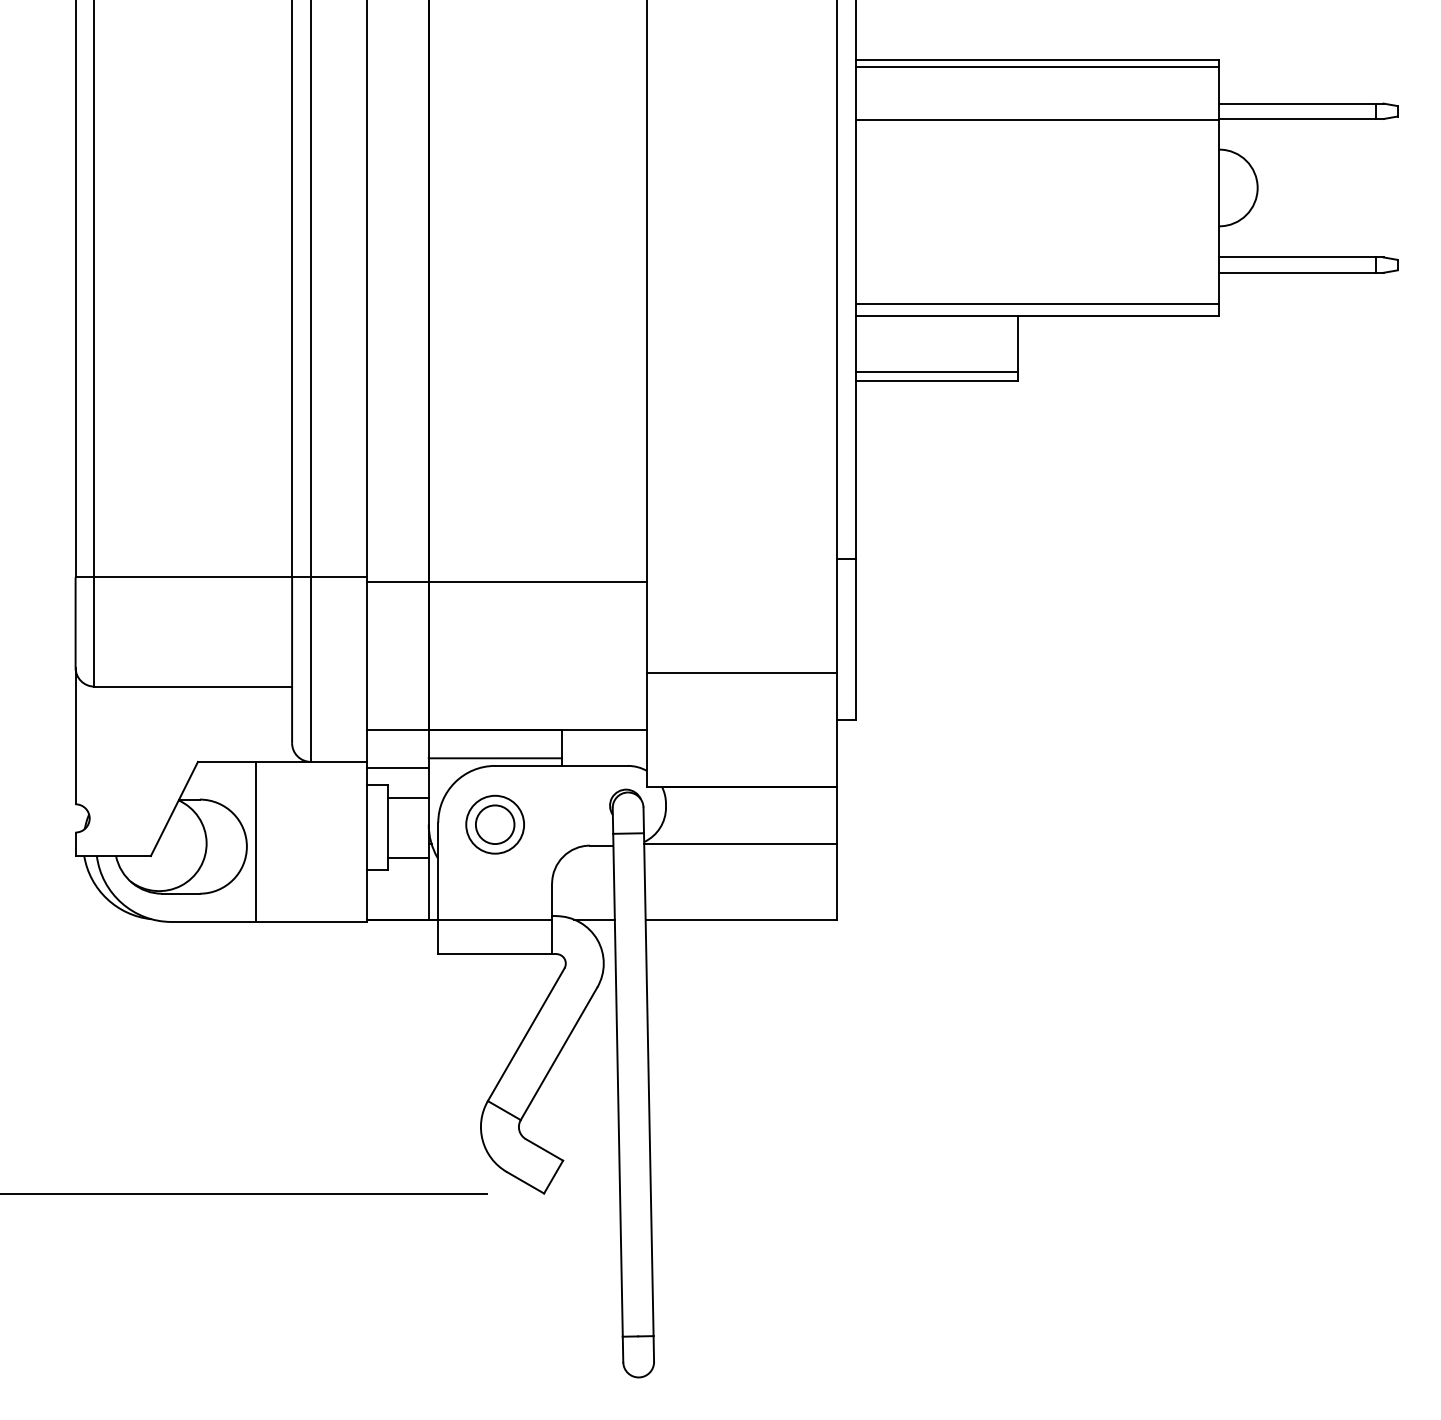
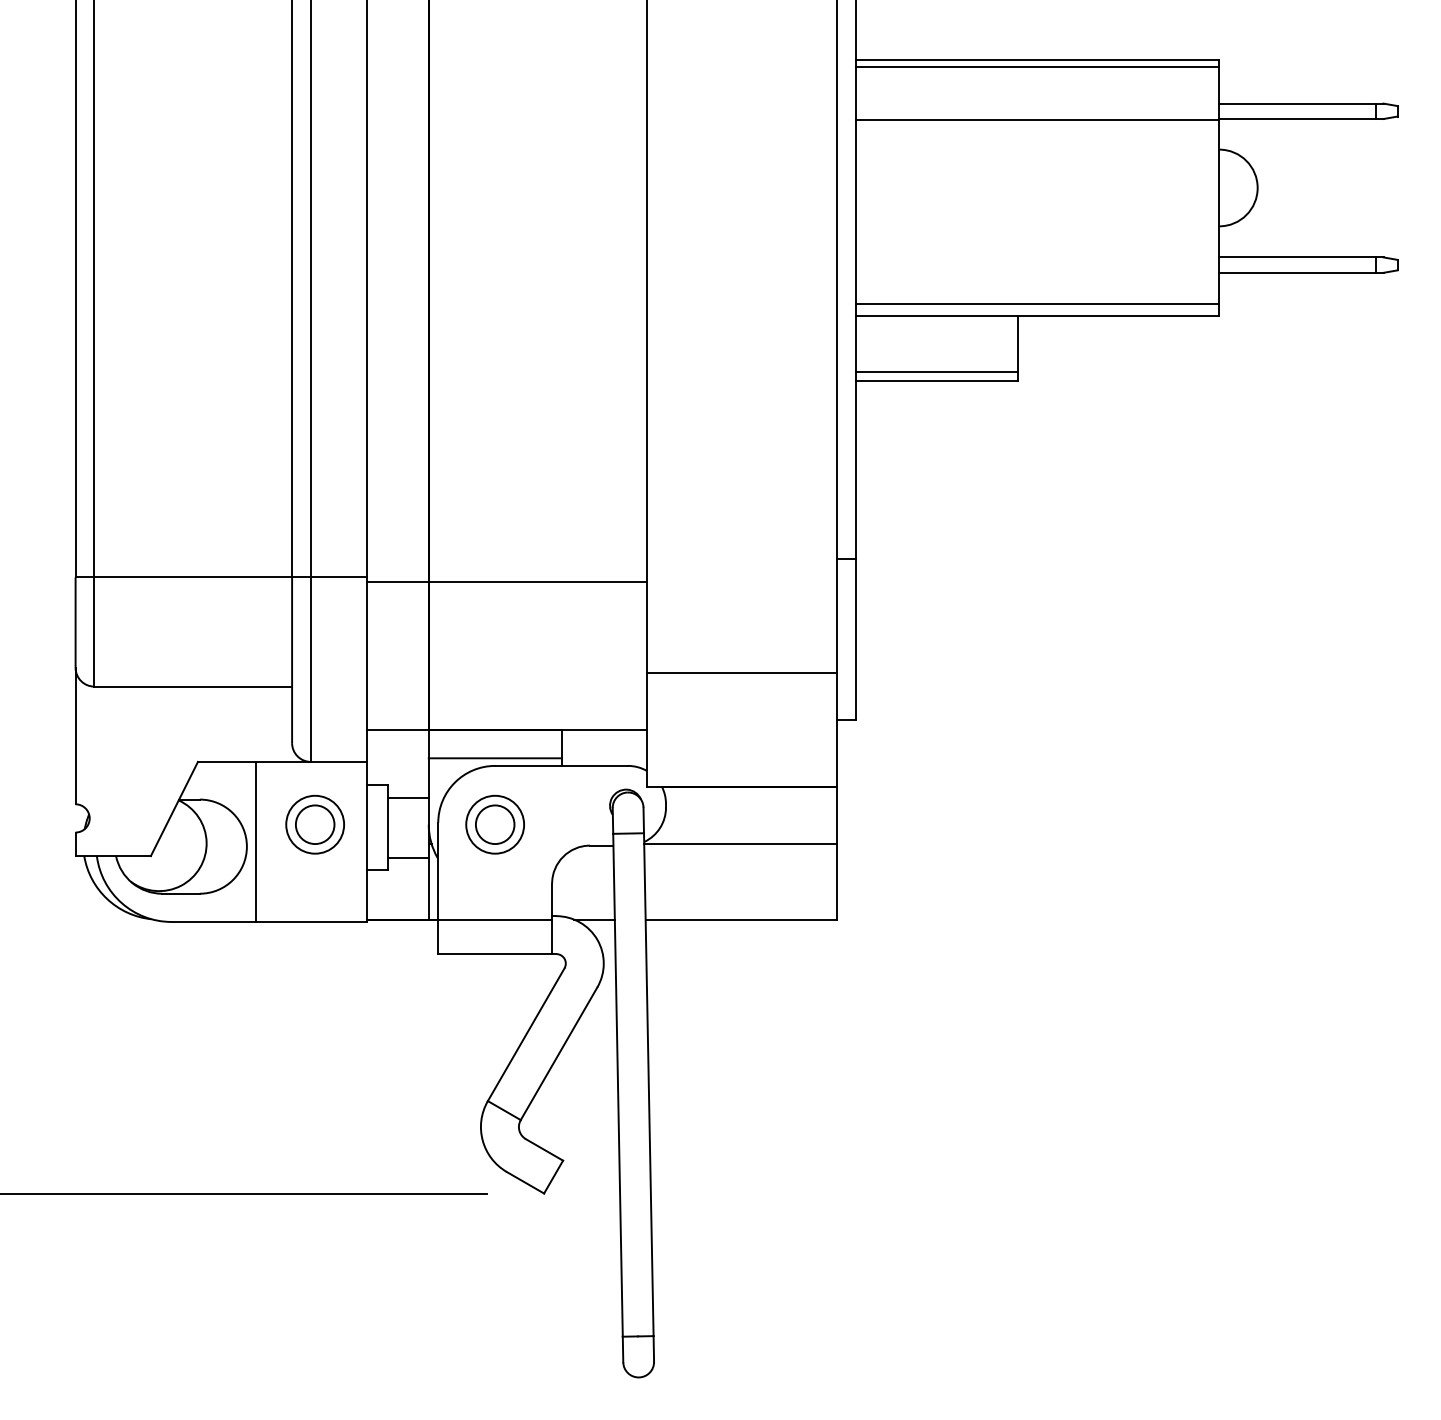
line at (397, 767): present -> none
part at (314, 824): none -> present
